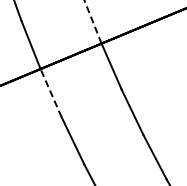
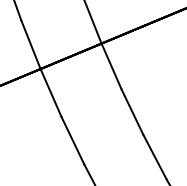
line at (92, 21): dashed -> solid
line at (50, 92): dashed -> solid
